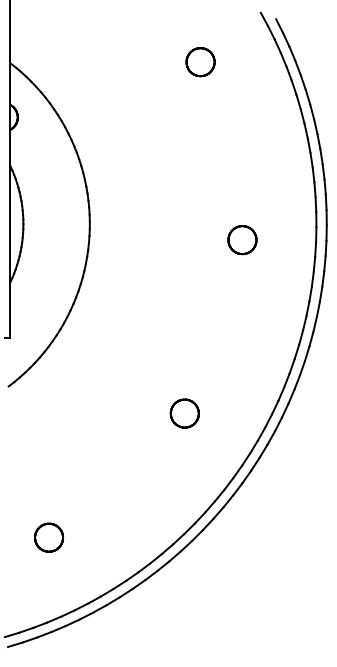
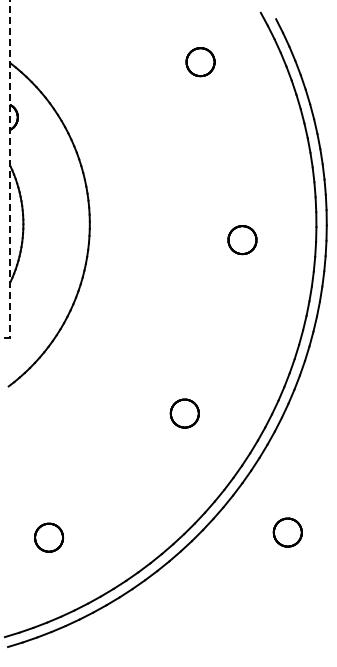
line at (10, 168): solid -> dashed
part at (287, 532): none -> present
